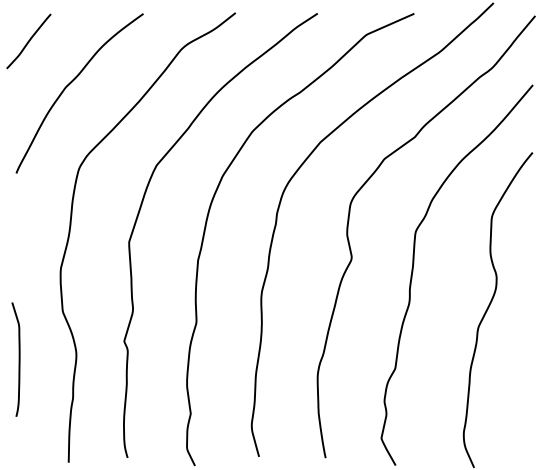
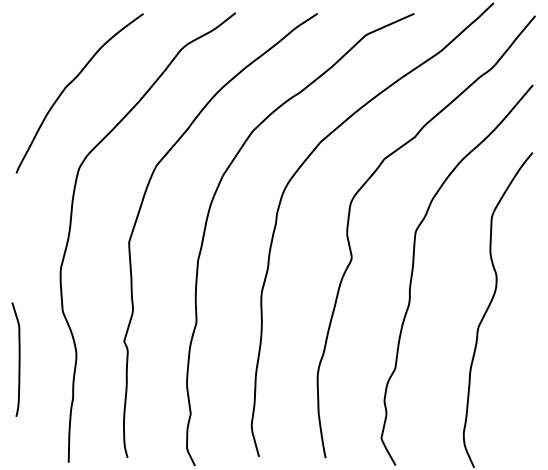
curve at (28, 41): present -> none
